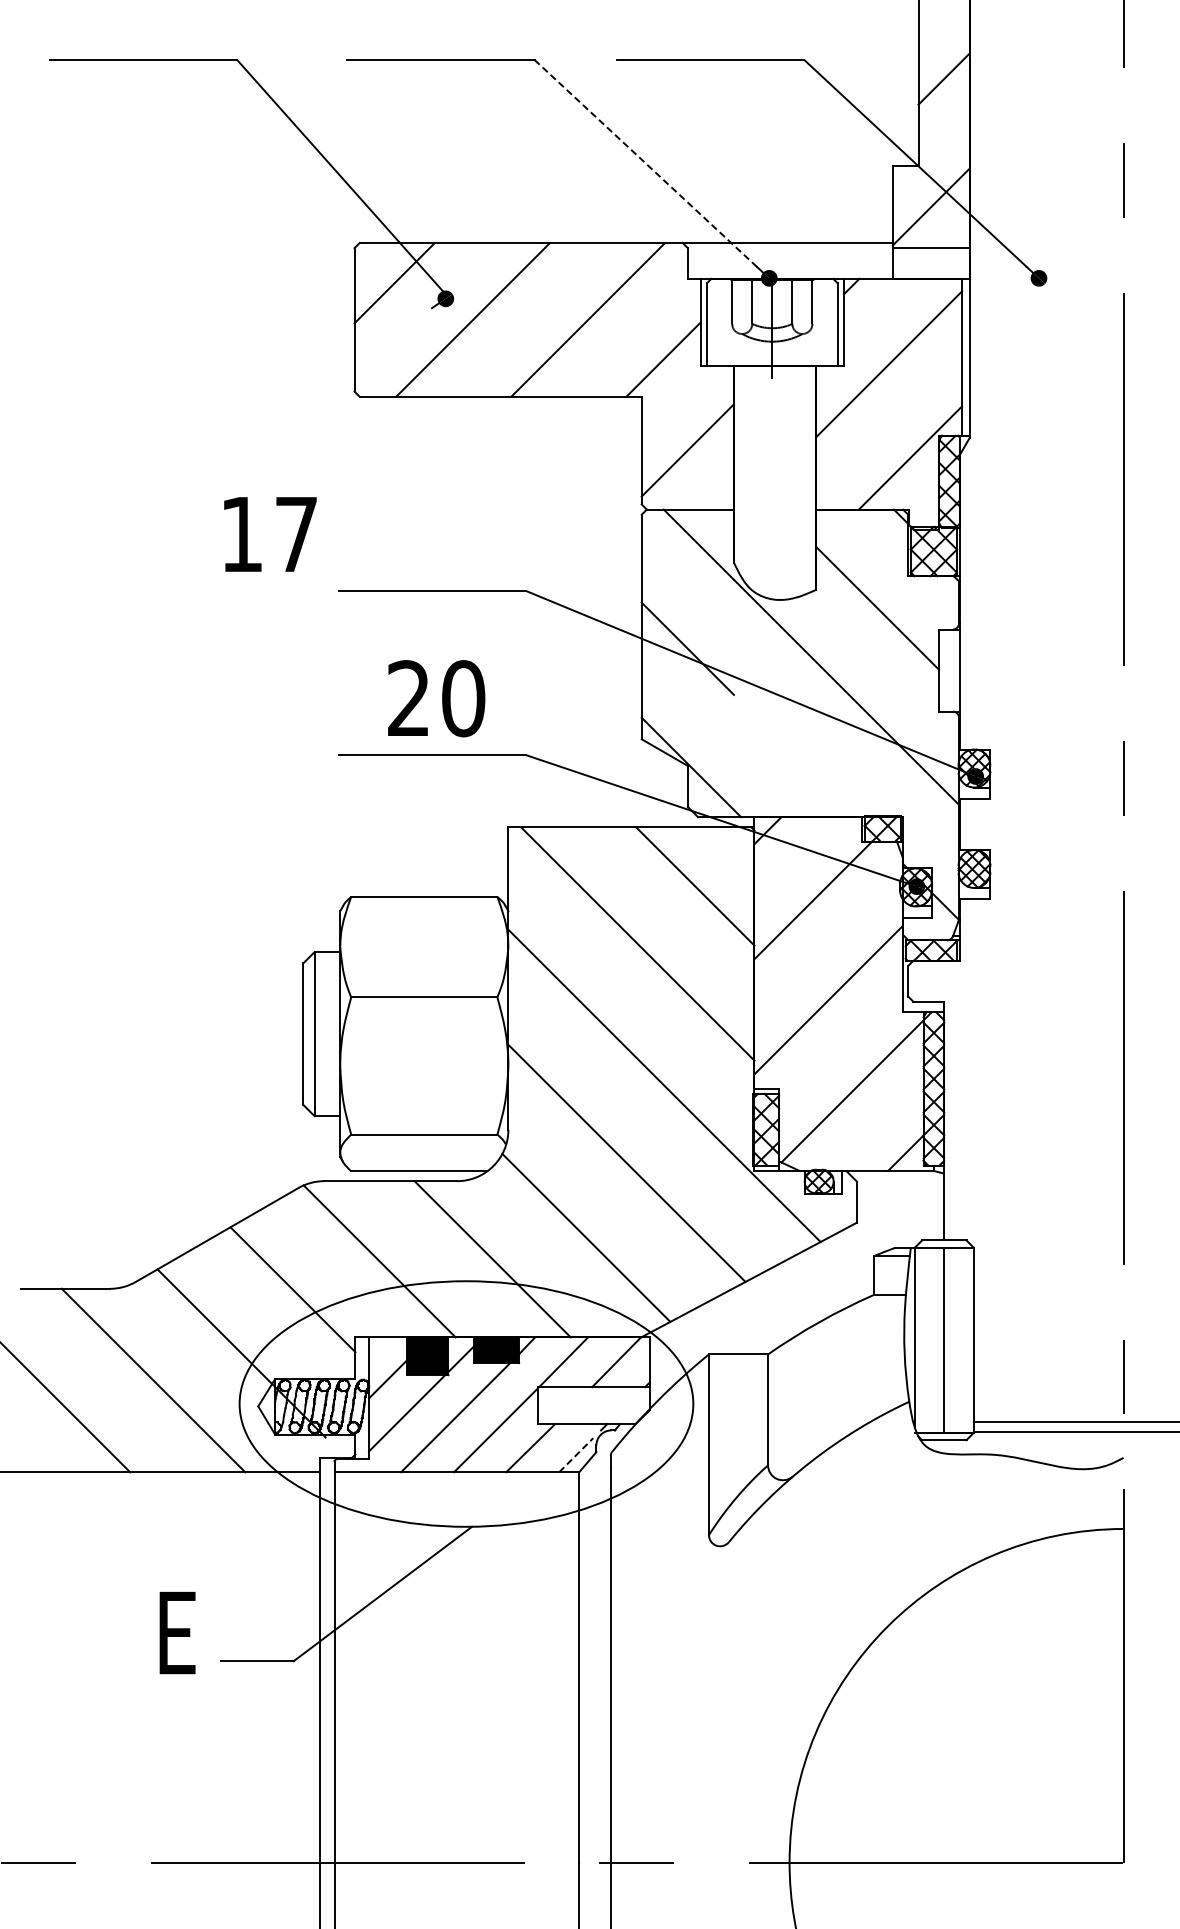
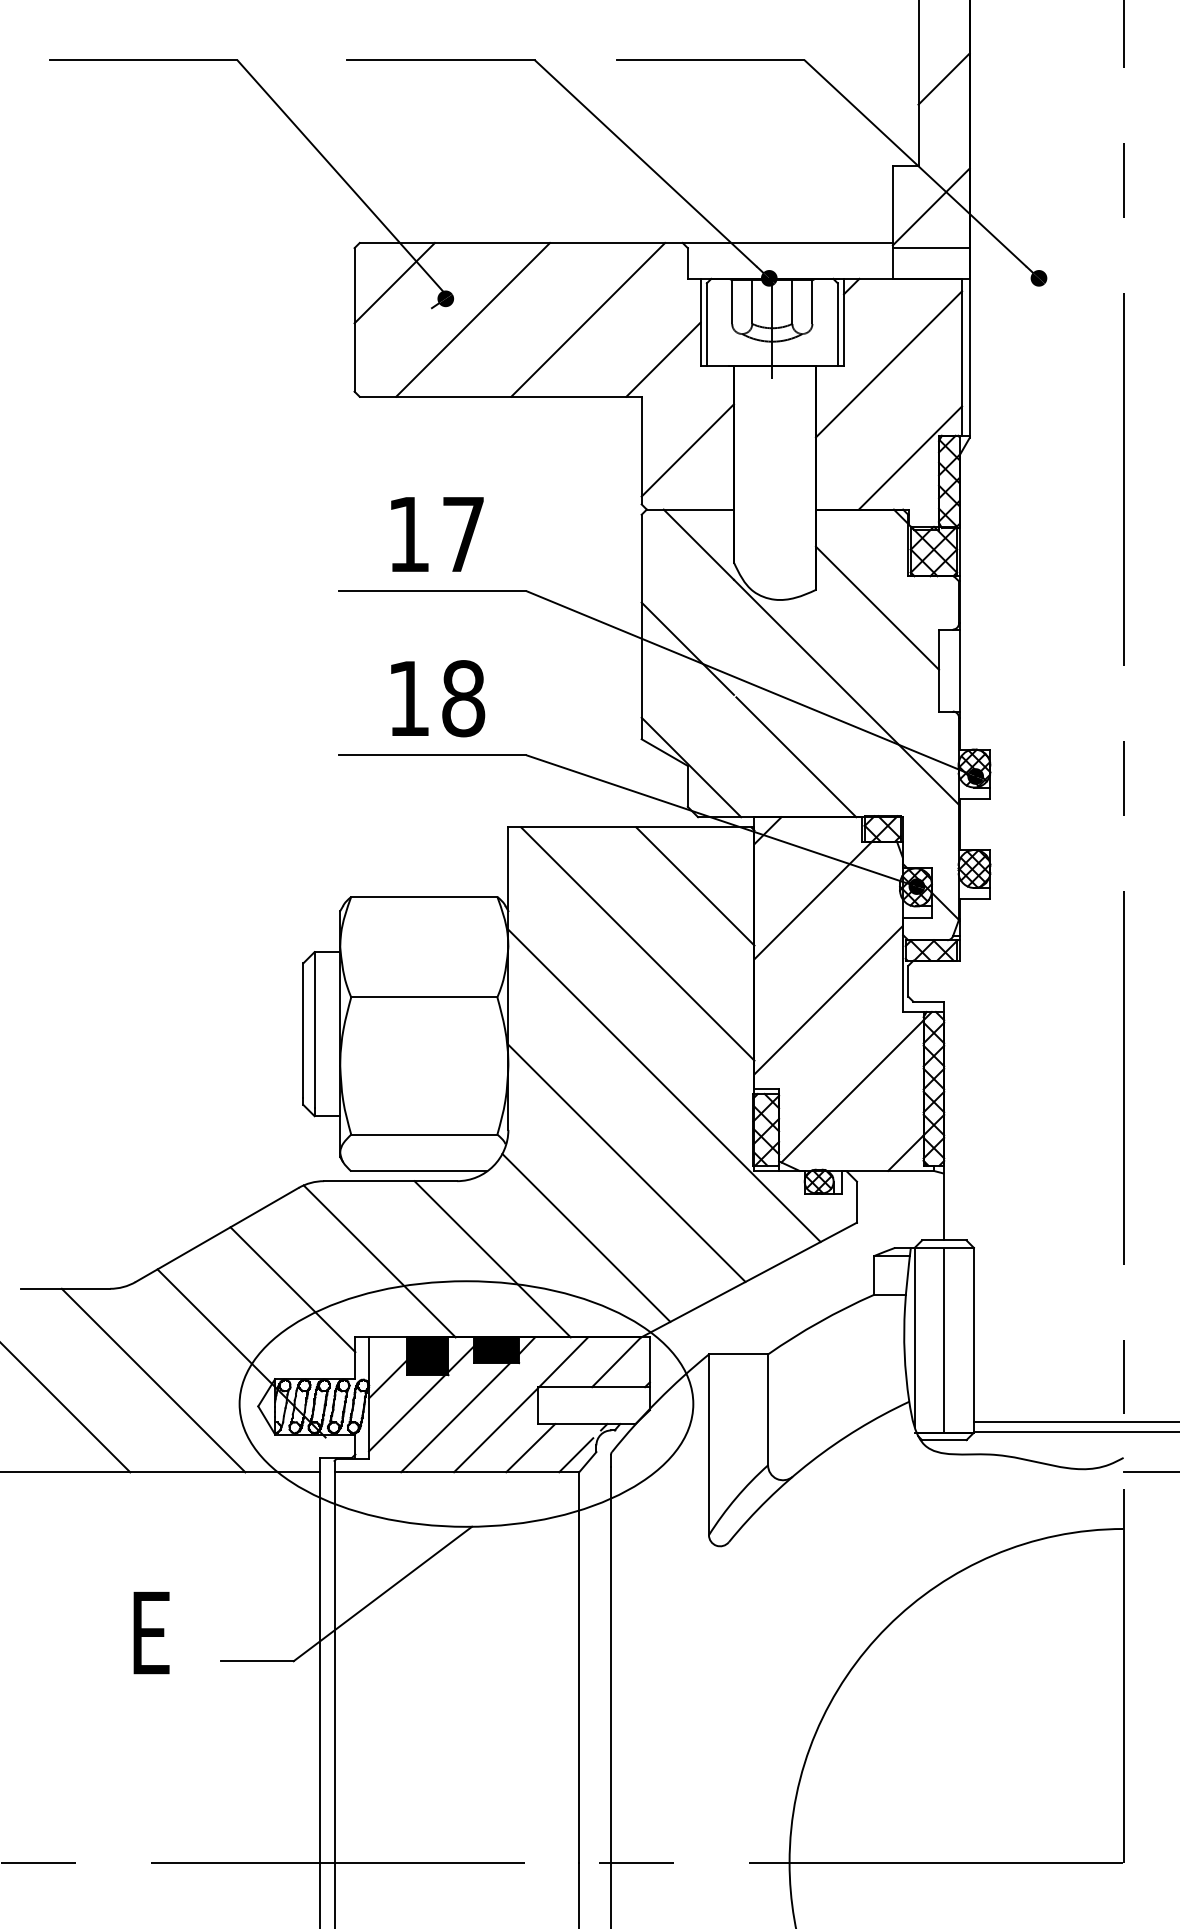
line at (645, 163): dashed -> solid
text at (270, 534) position: (270, 534) -> (437, 534)
text at (436, 698): 20 -> 18
line at (796, 757): none -> present
line at (576, 1454): dashed -> solid
line at (1149, 1472): none -> present
text at (177, 1633) position: (177, 1633) -> (151, 1633)
